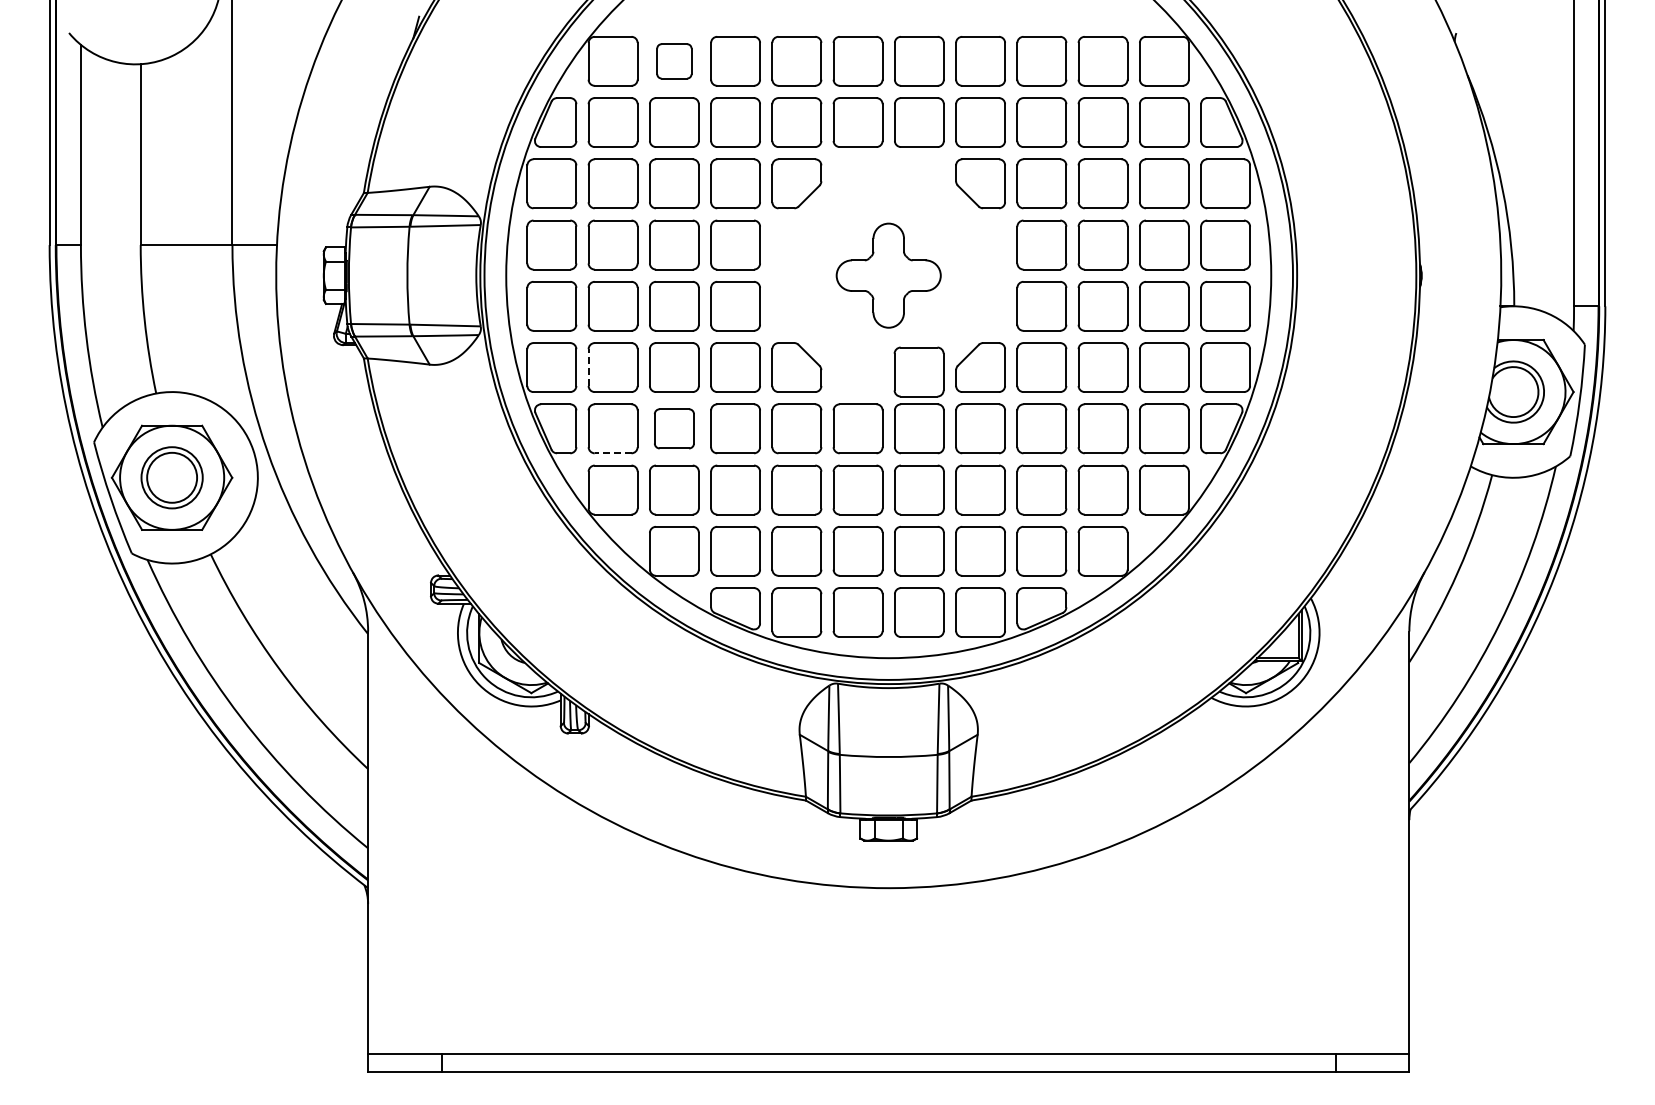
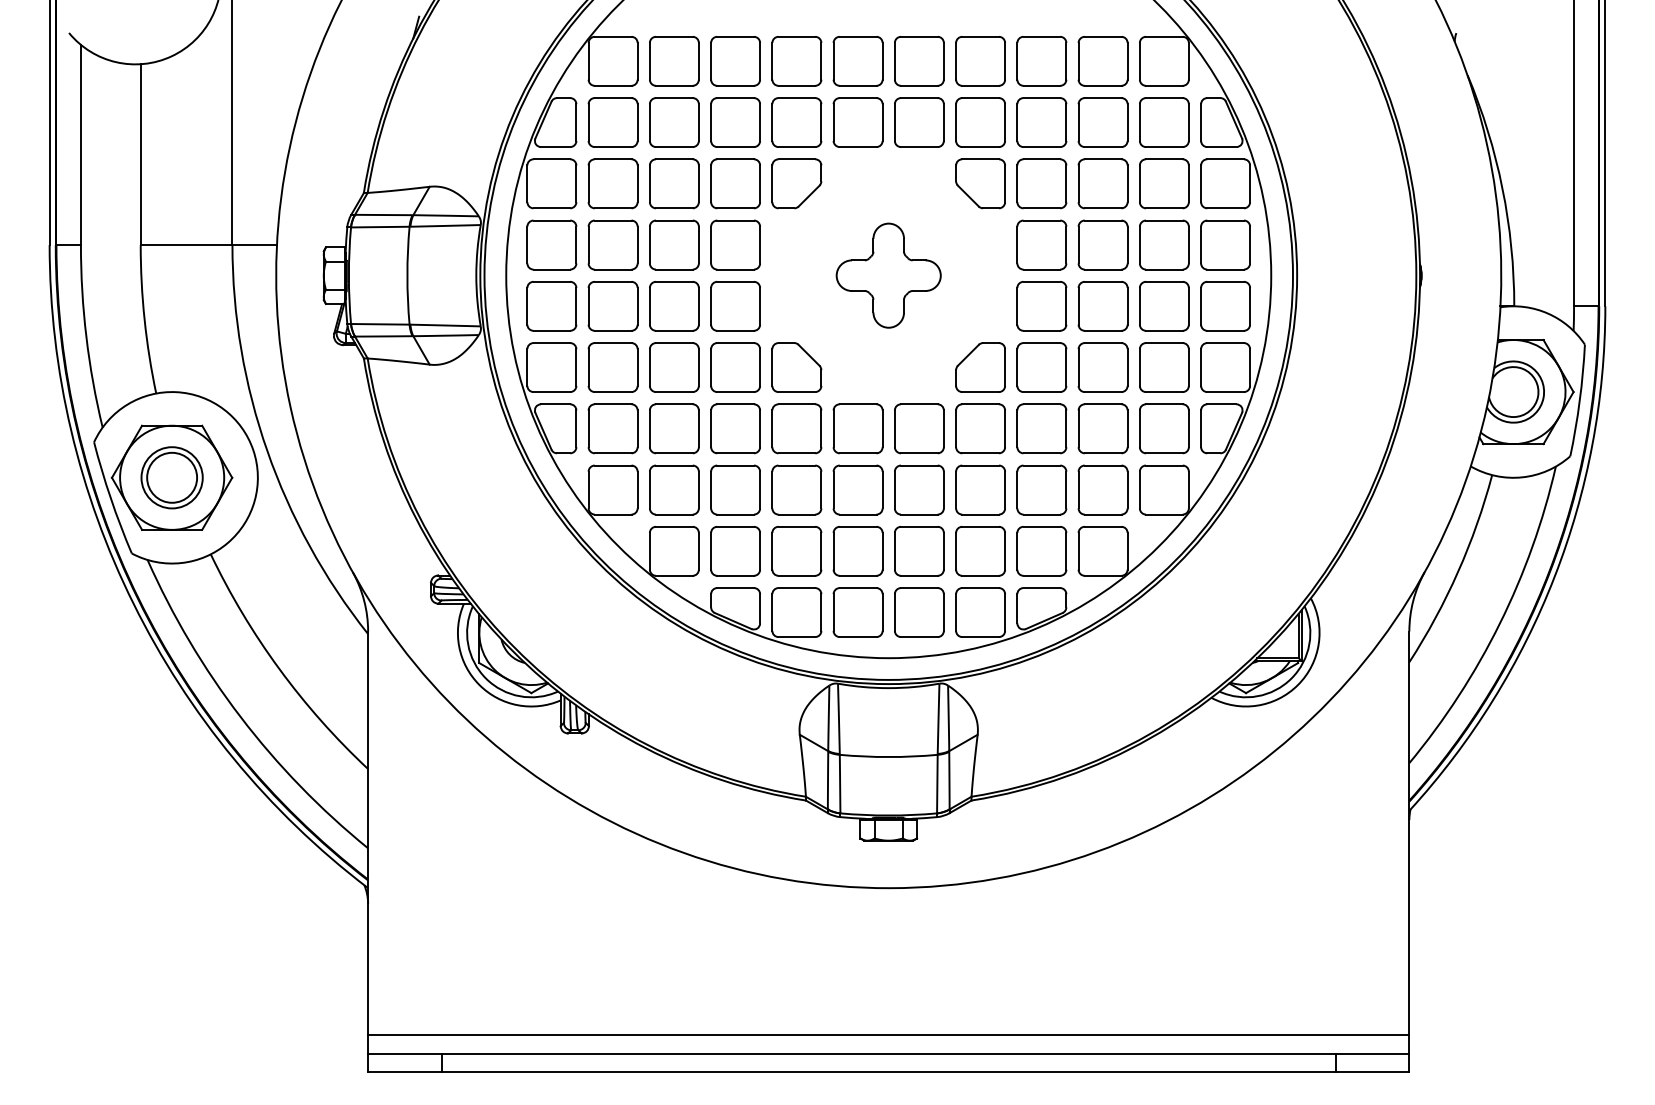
part at (674, 61) size: 37x37 px -> 51x51 px
line at (588, 367): dashed -> solid
part at (918, 371): present -> none
part at (674, 428) size: 41x42 px -> 51x52 px
line at (612, 453): dashed -> solid
line at (888, 1035): none -> present
